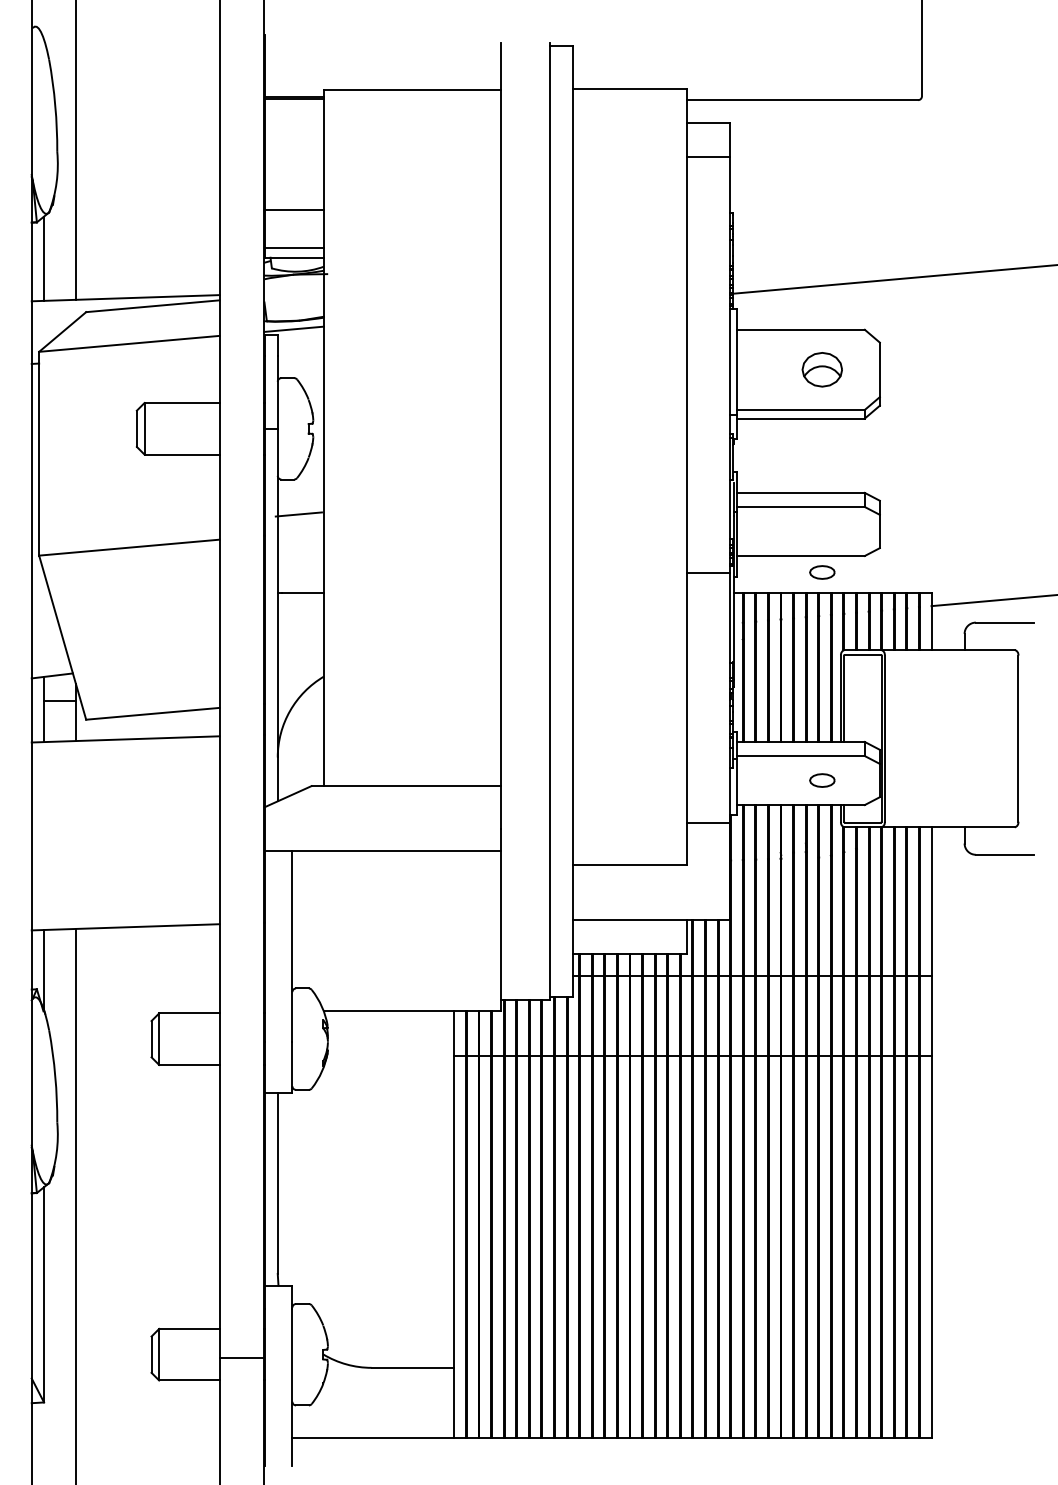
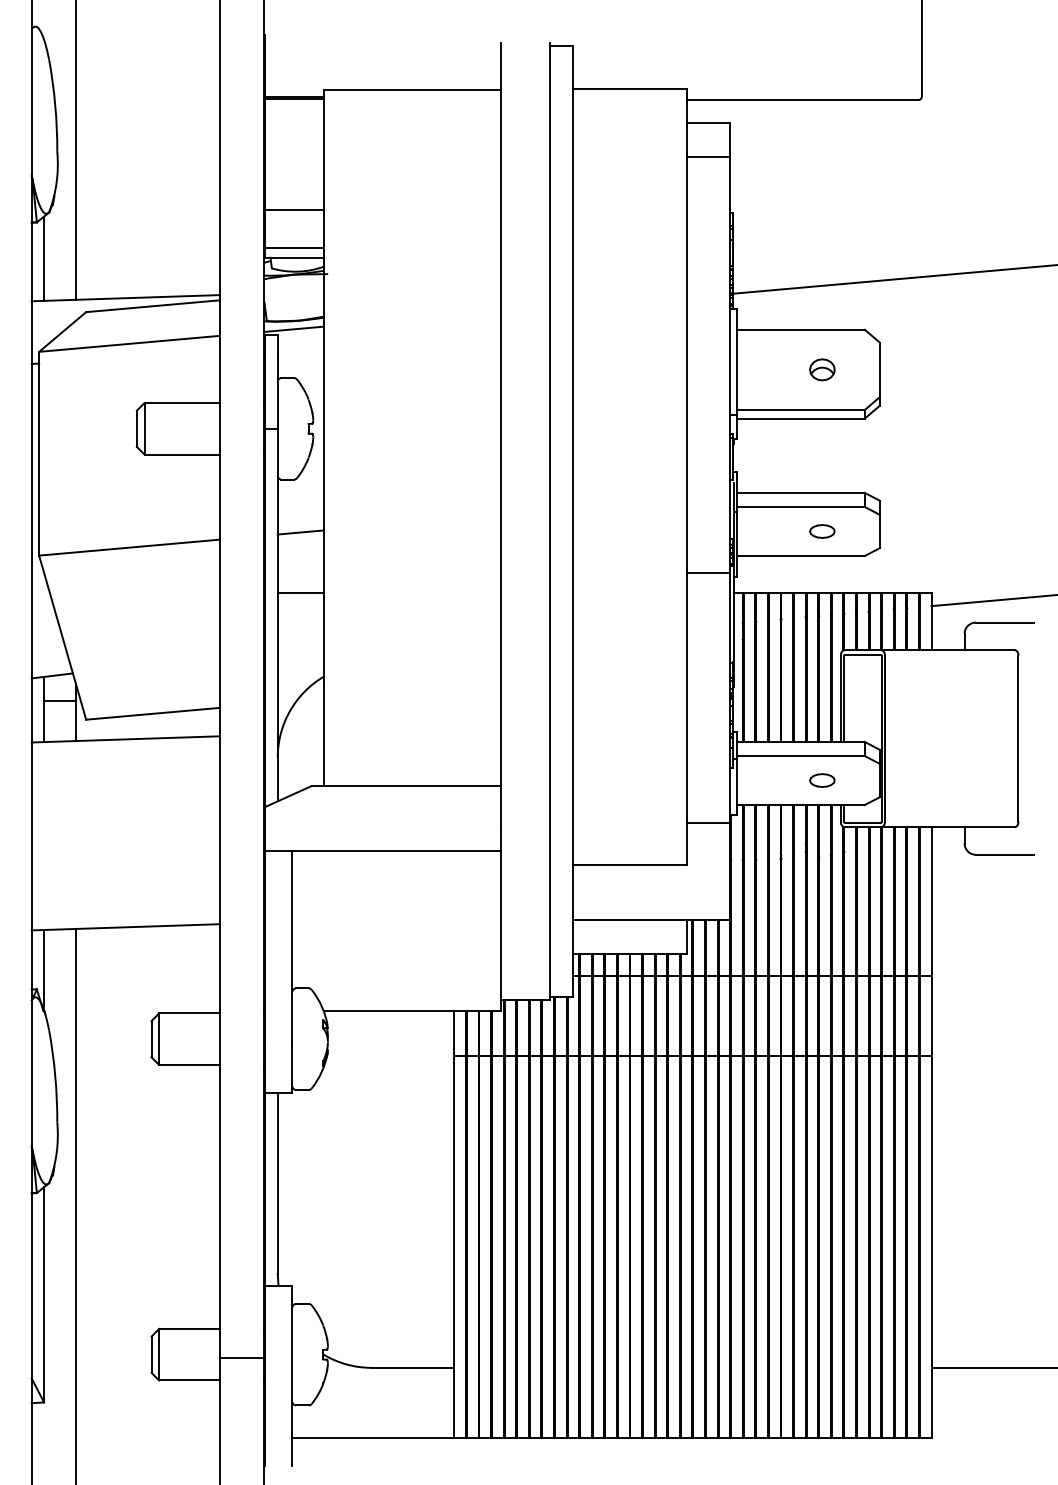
part at (821, 369) size: 42x36 px -> 27x24 px
line at (298, 514) position: (298, 514) -> (300, 532)
part at (822, 572) position: (822, 572) -> (822, 531)
line at (992, 1367): none -> present
